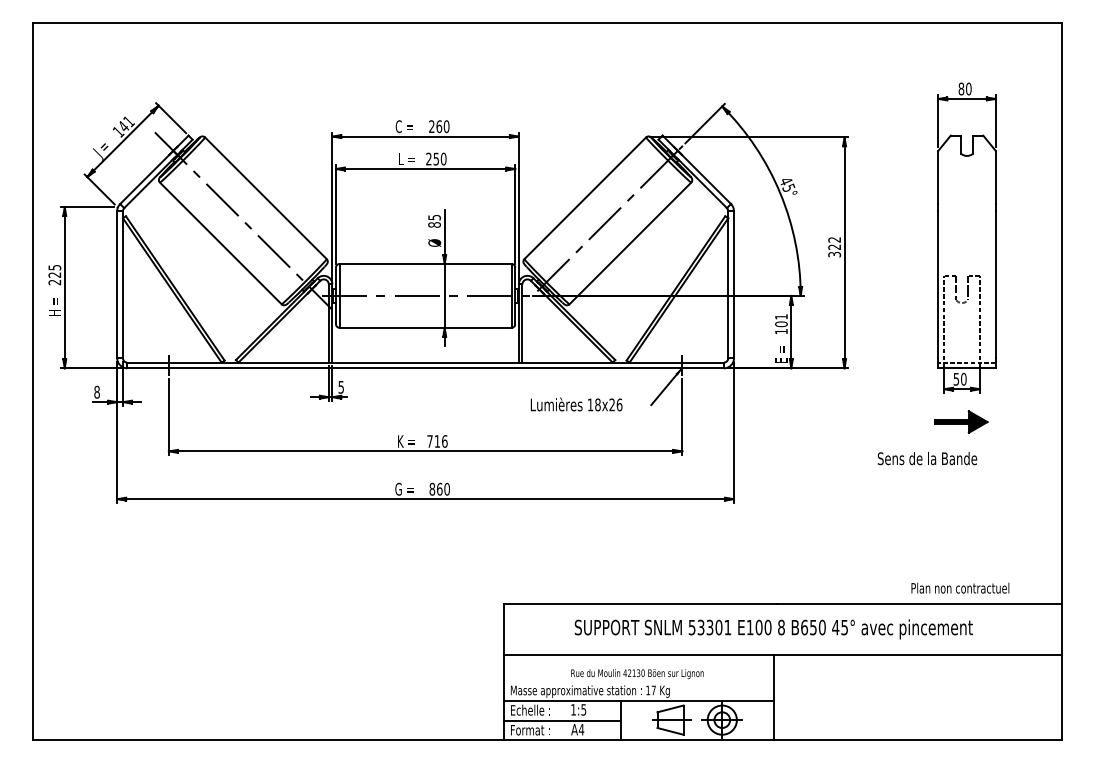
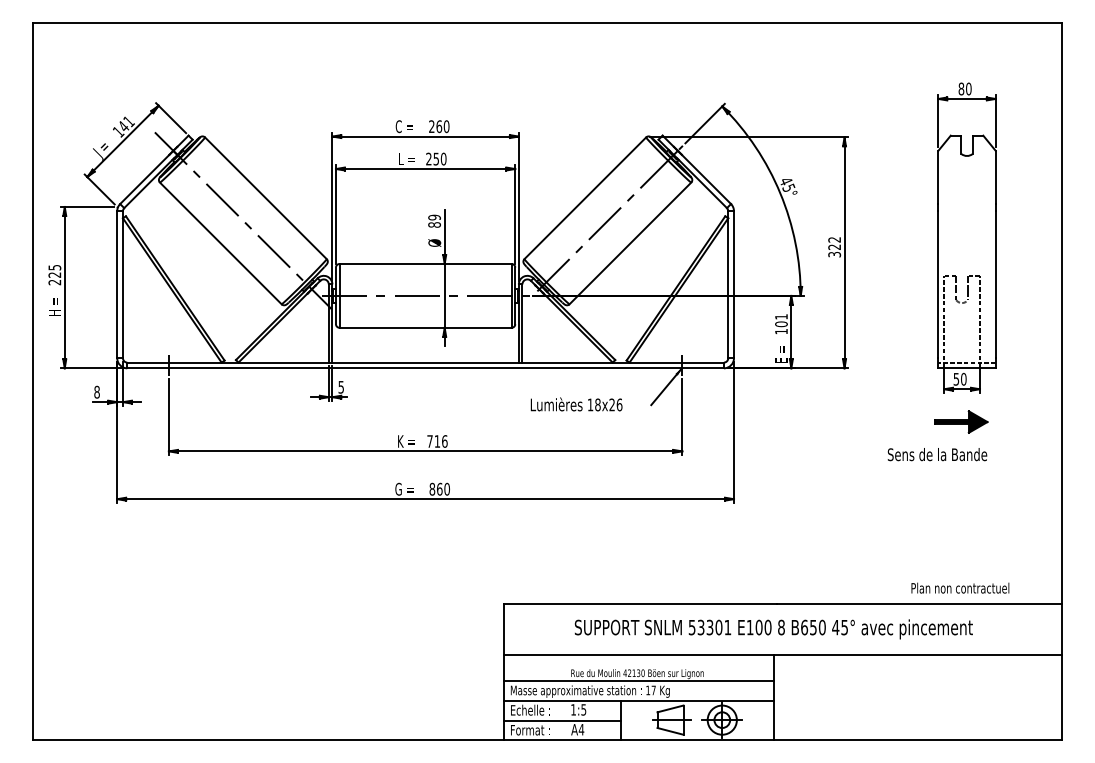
text at (434, 217): 85 -> 89
text at (927, 458) position: (927, 458) -> (937, 454)
line at (639, 681): none -> present
